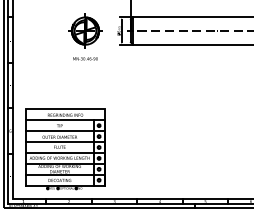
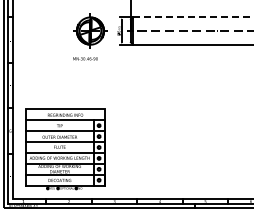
line at (193, 17): solid -> dashed
part at (85, 30) position: (85, 30) -> (90, 30)
